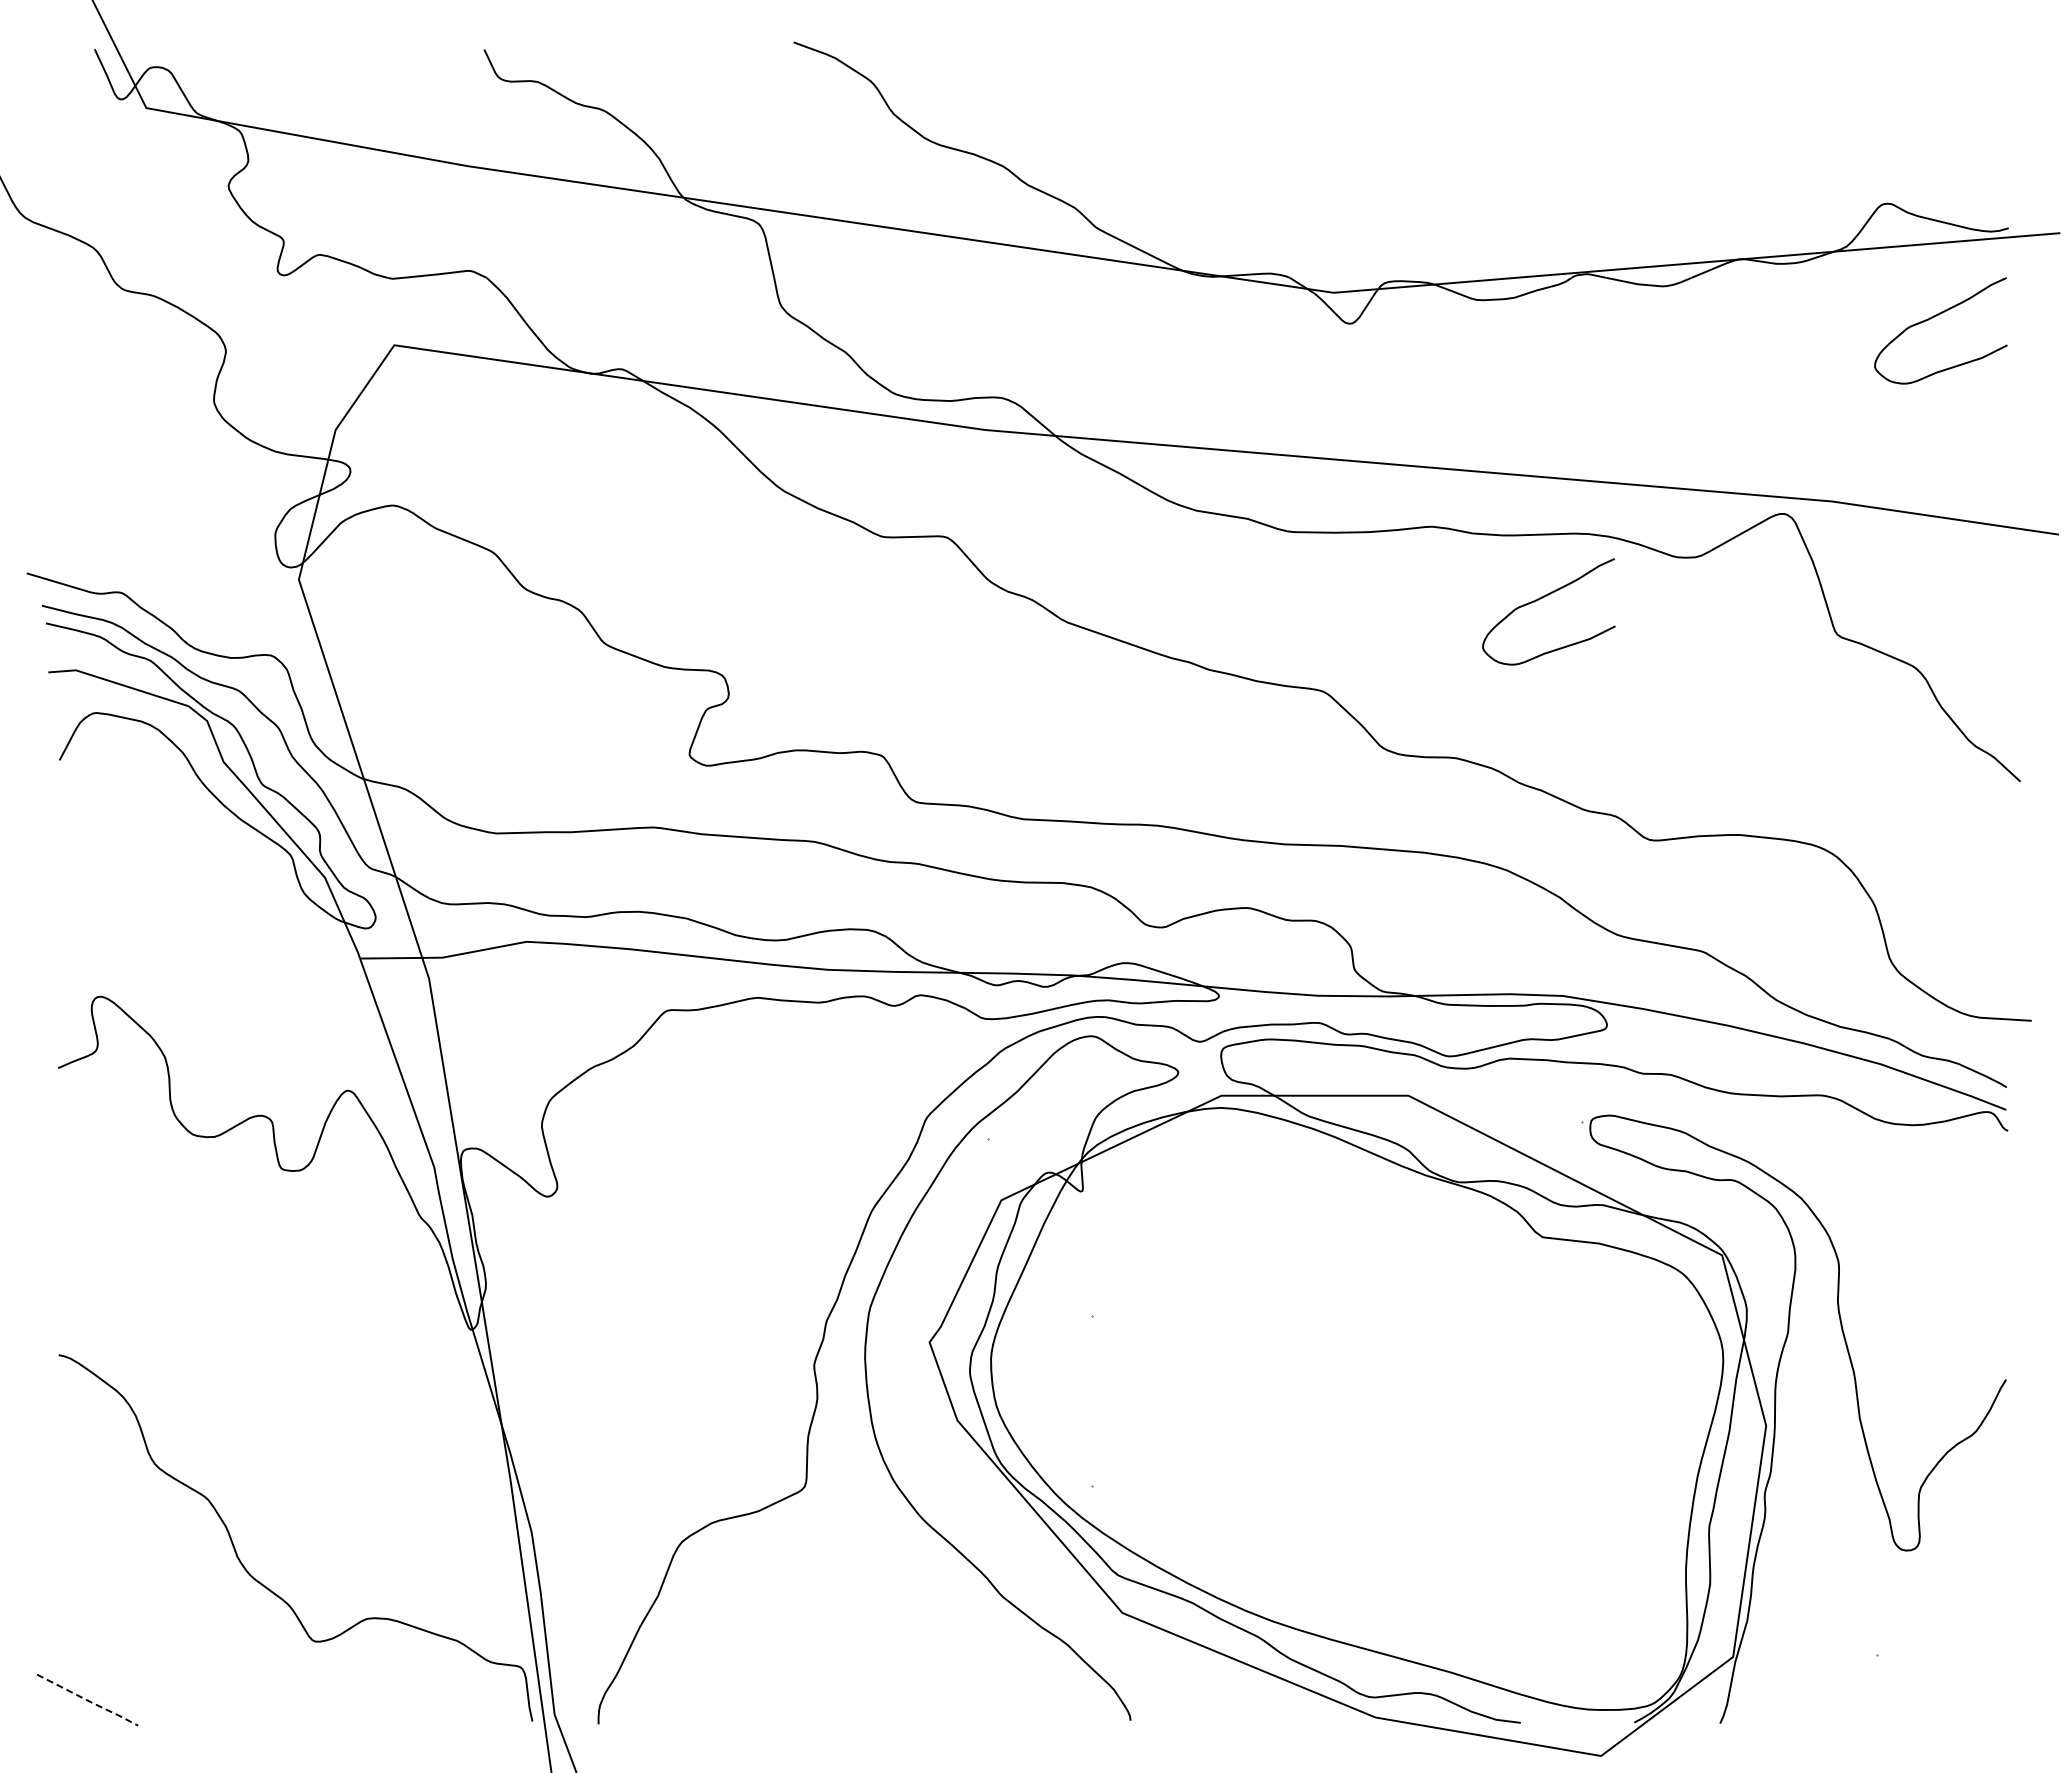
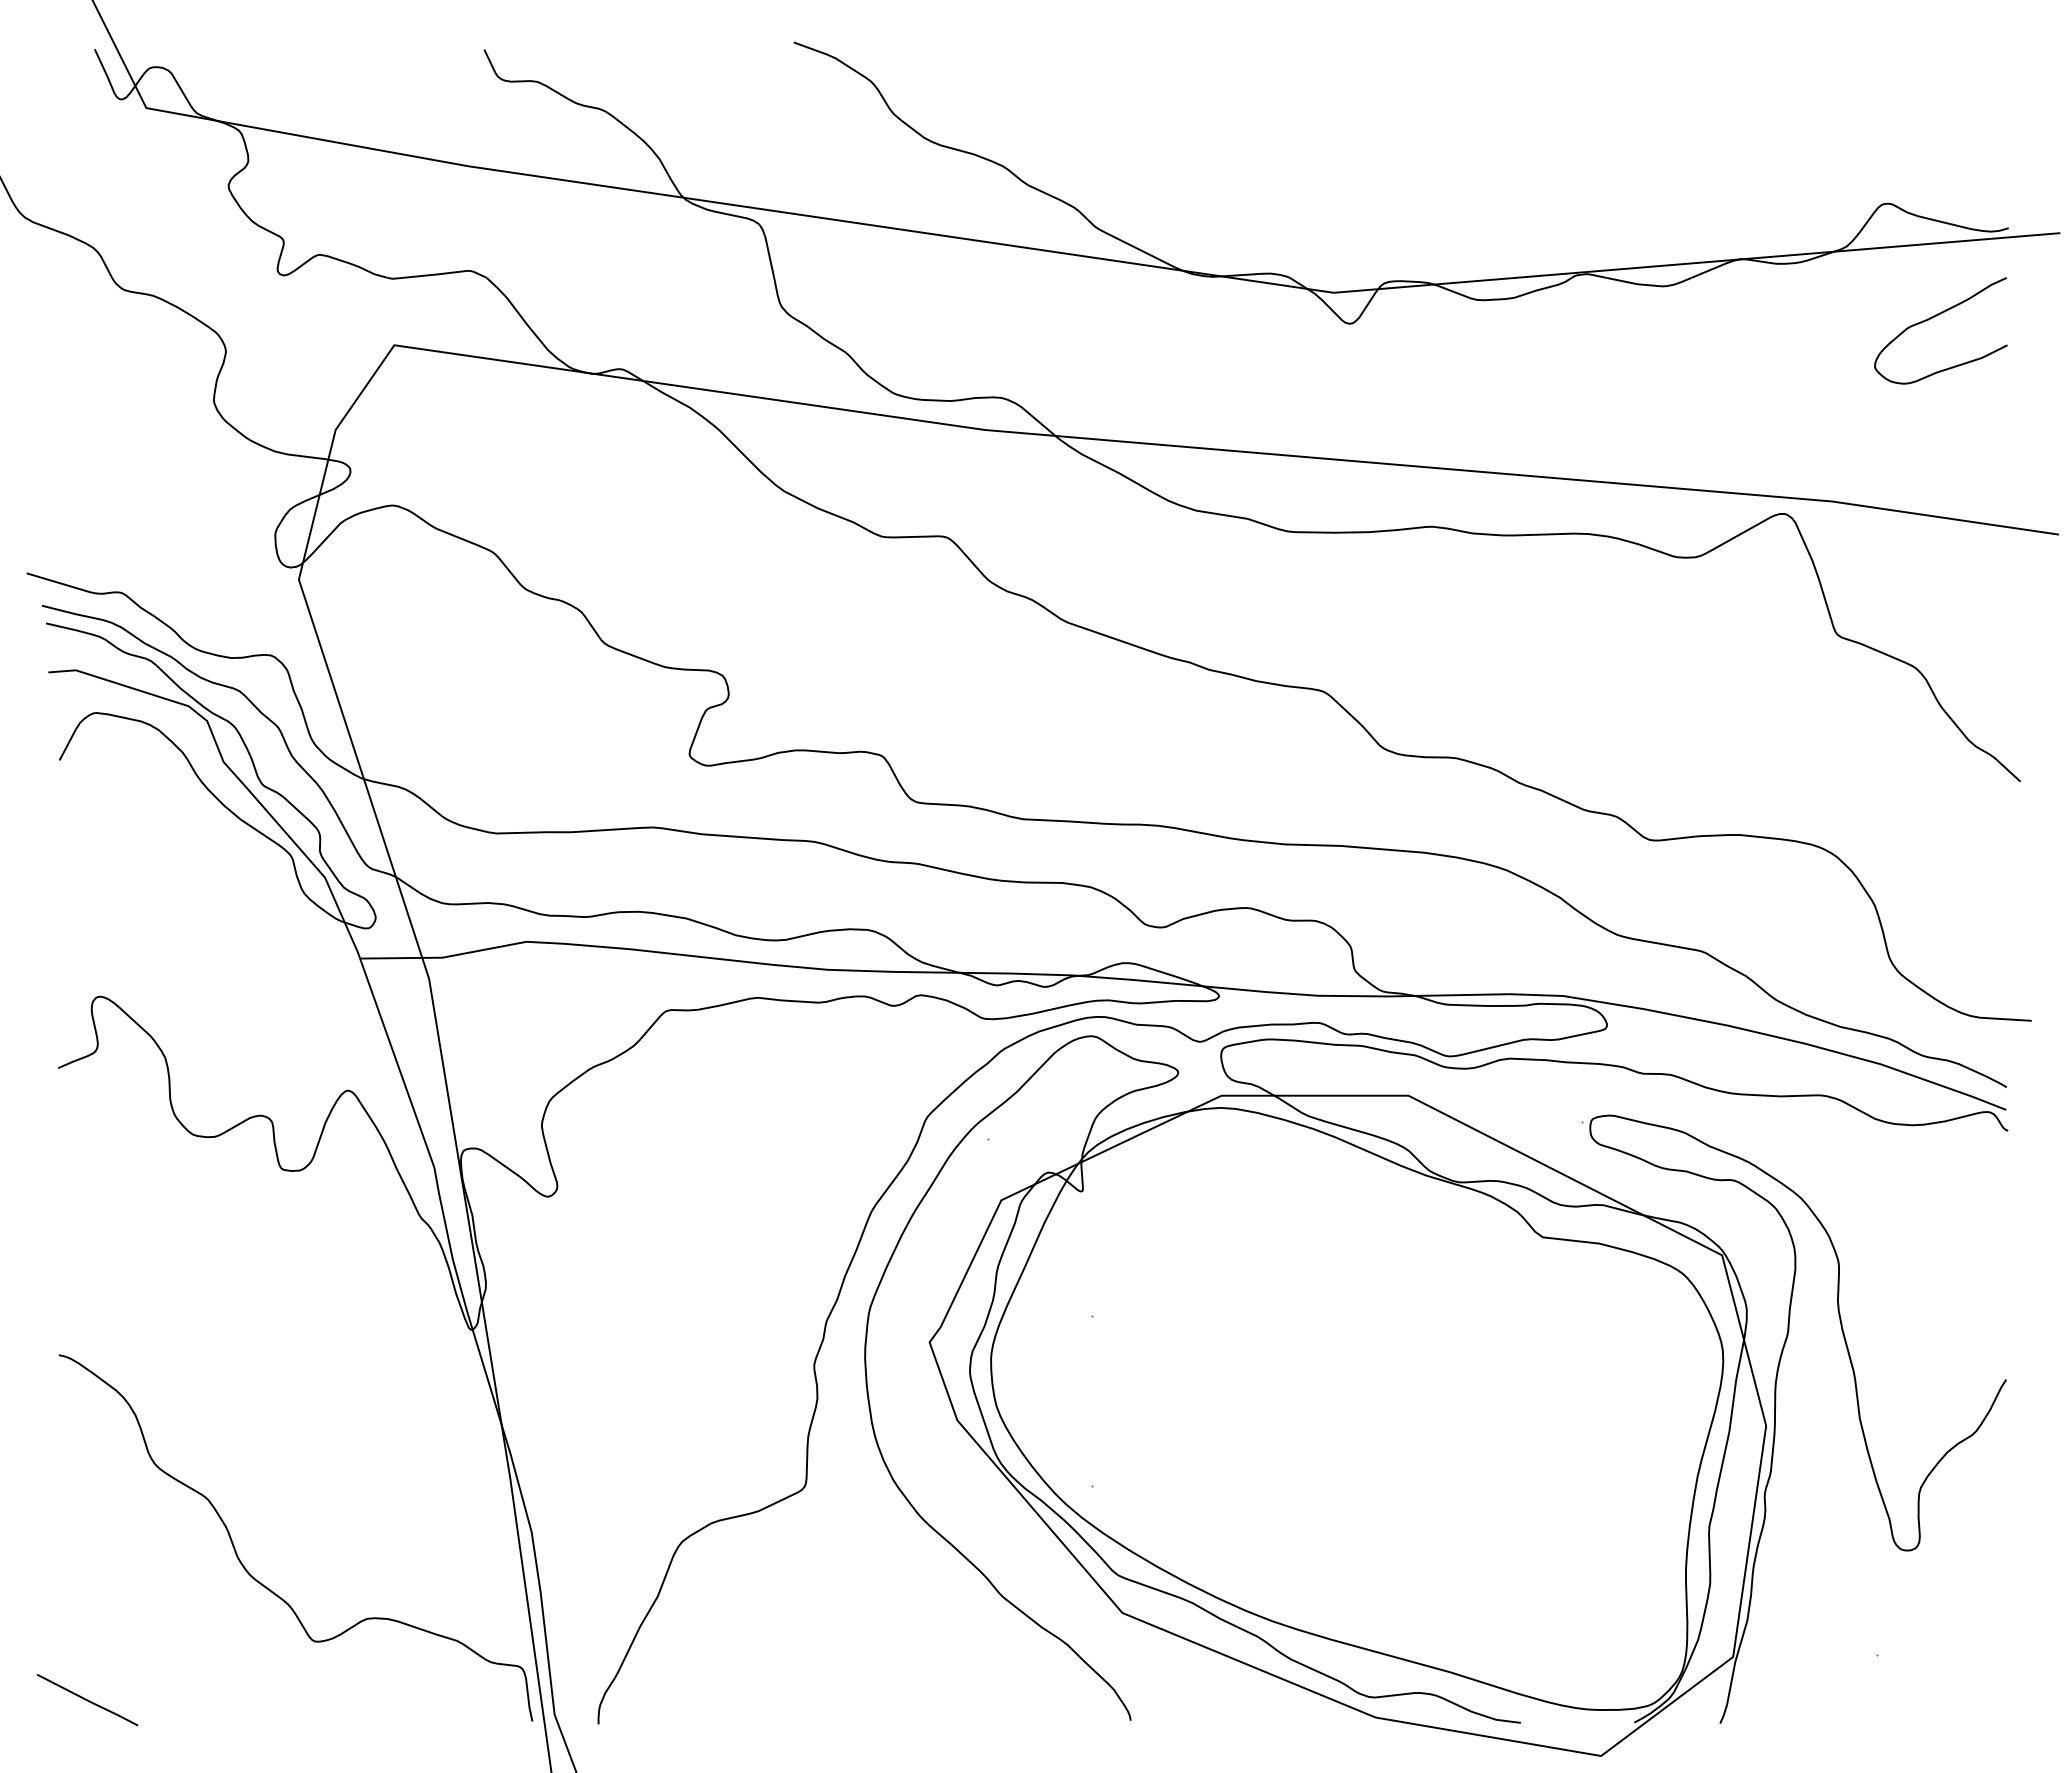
curve at (1542, 598): present -> none
line at (88, 1700): dashed -> solid
